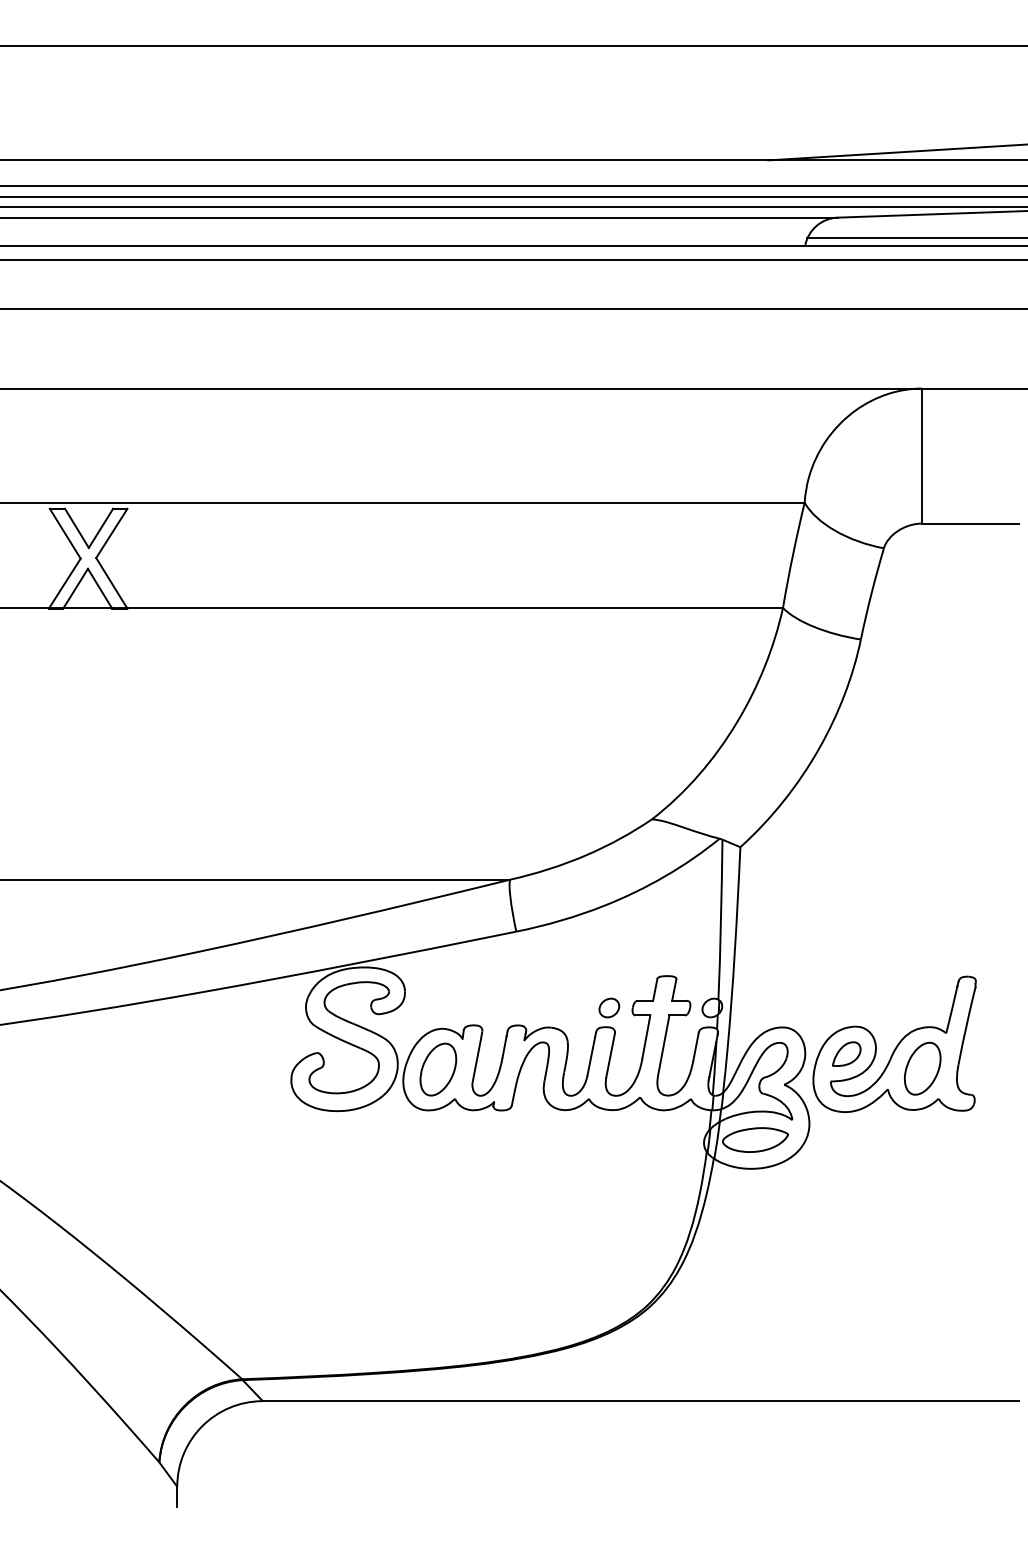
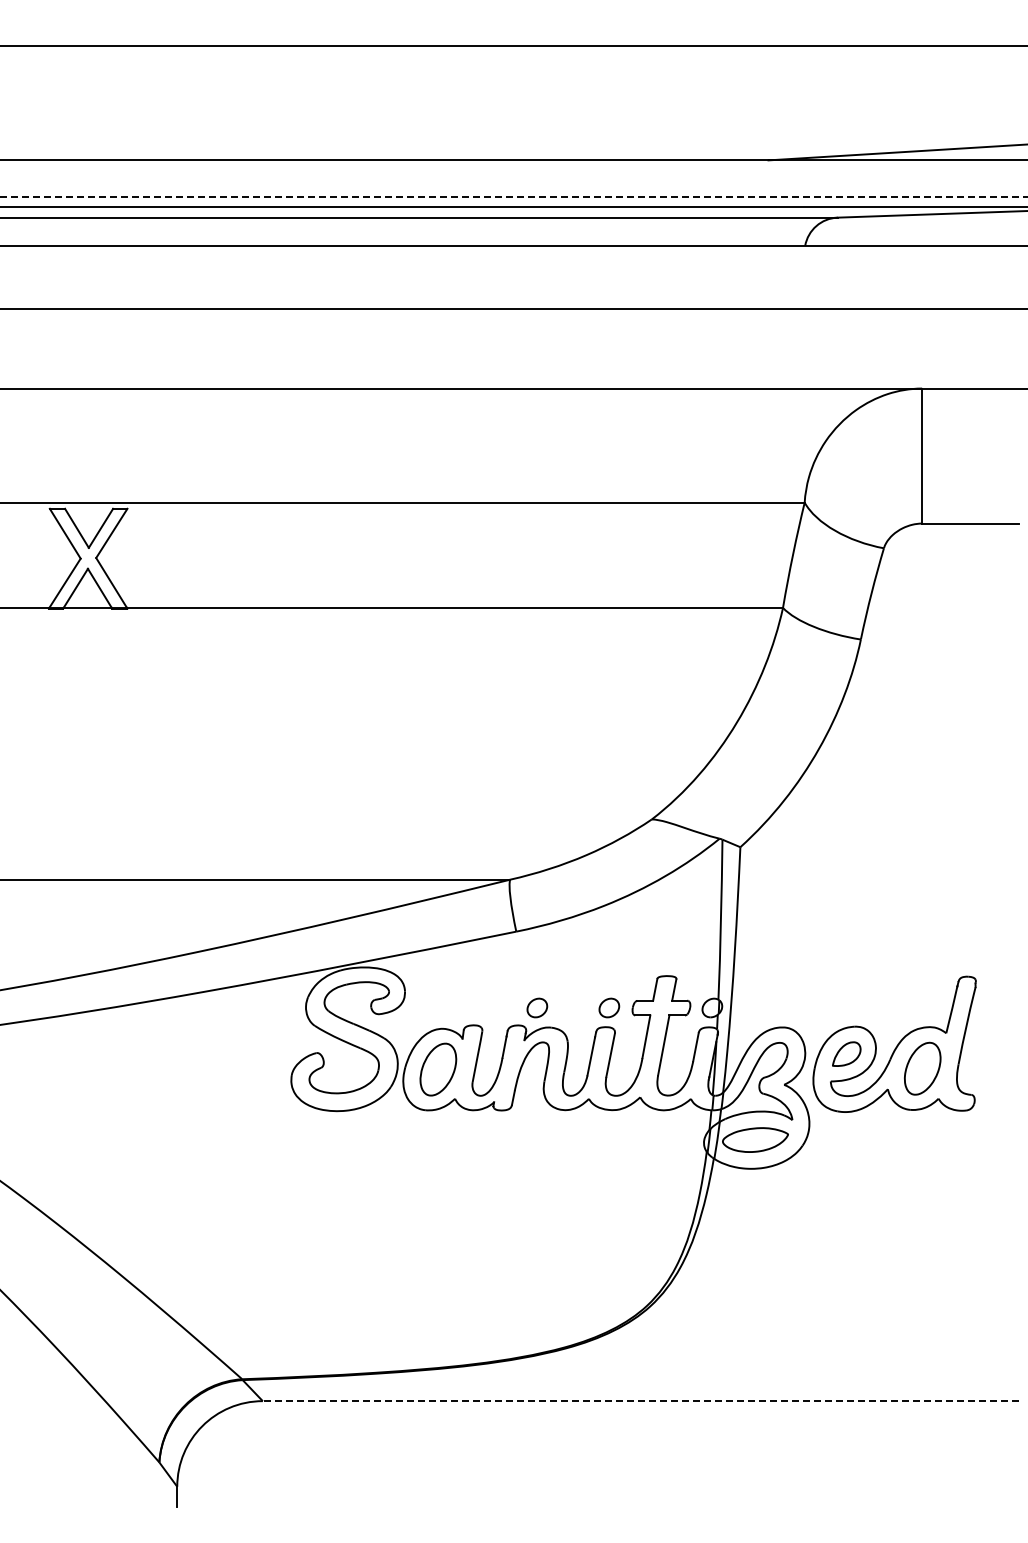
line at (513, 185): present -> none
line at (514, 197): solid -> dashed
line at (915, 238): present -> none
line at (513, 260): present -> none
part at (537, 1007): none -> present
line at (640, 1401): solid -> dashed
